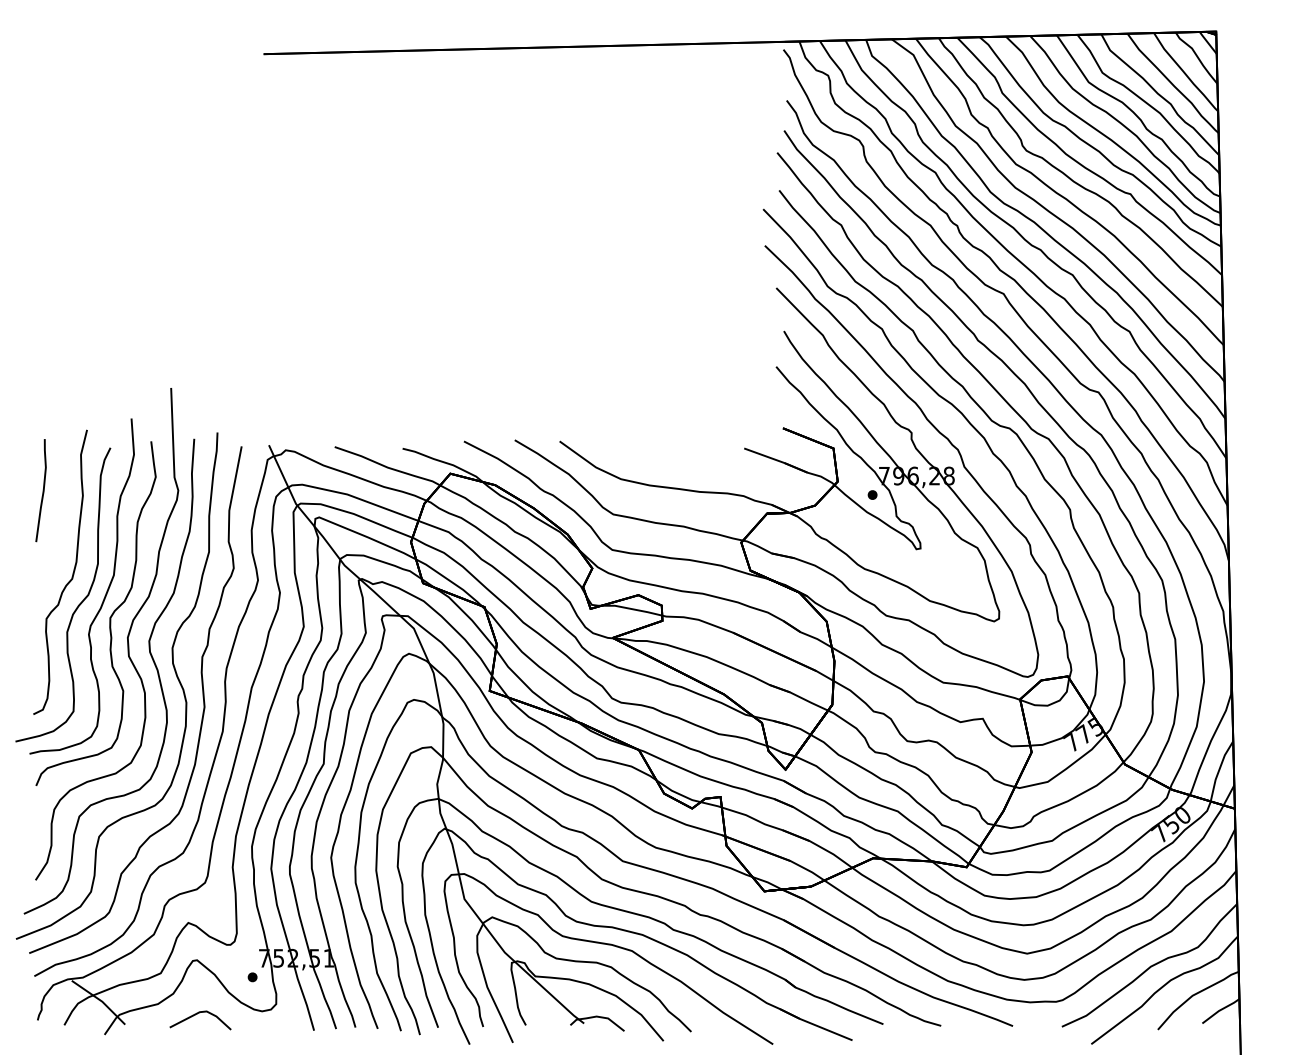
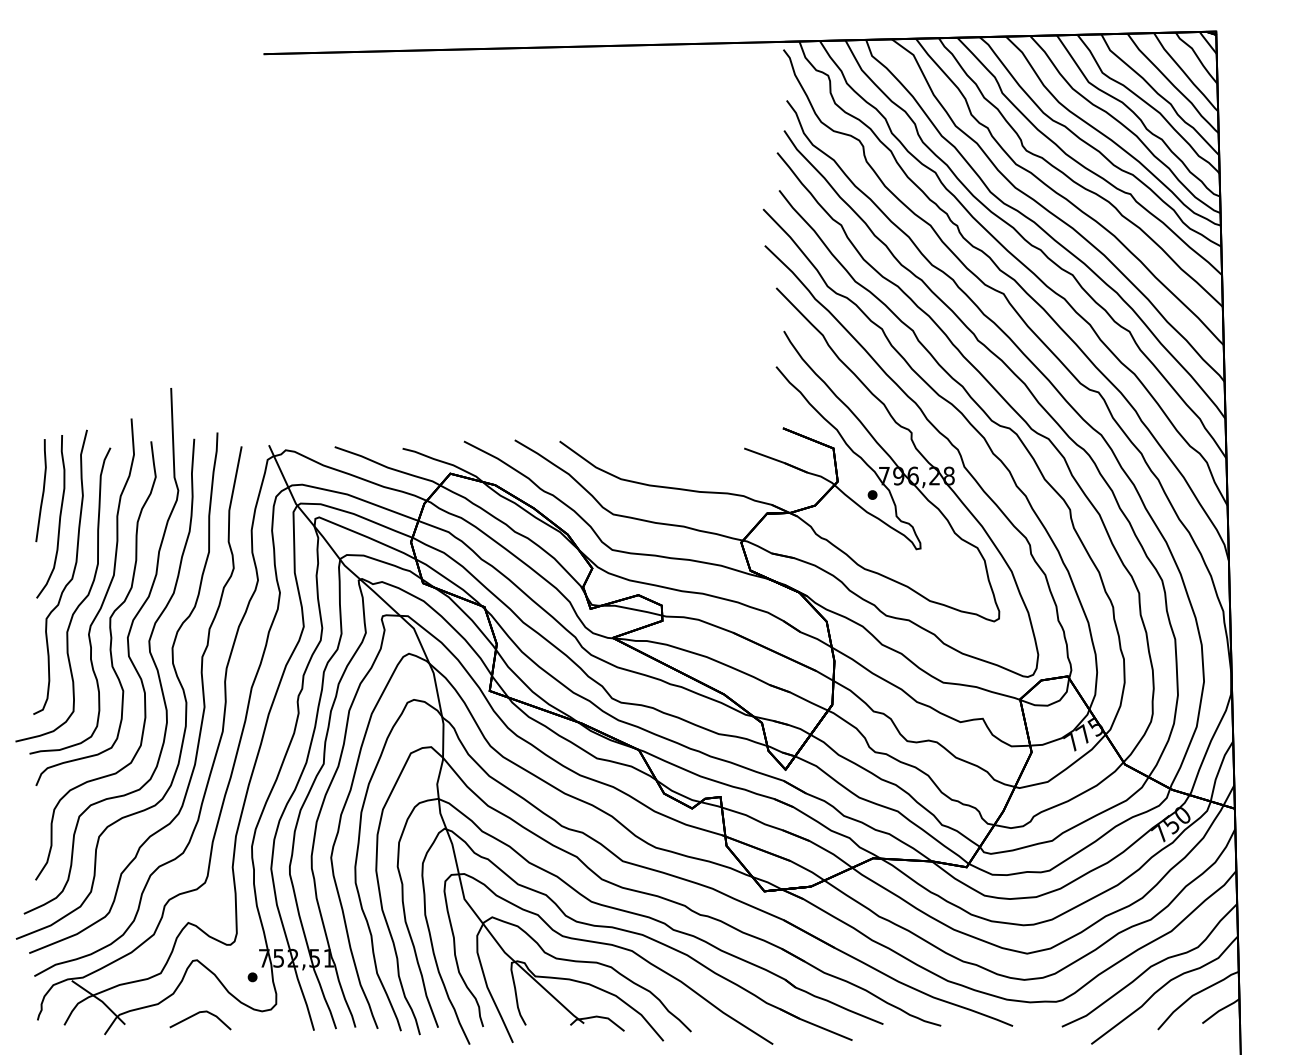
part at (59, 516): none -> present
